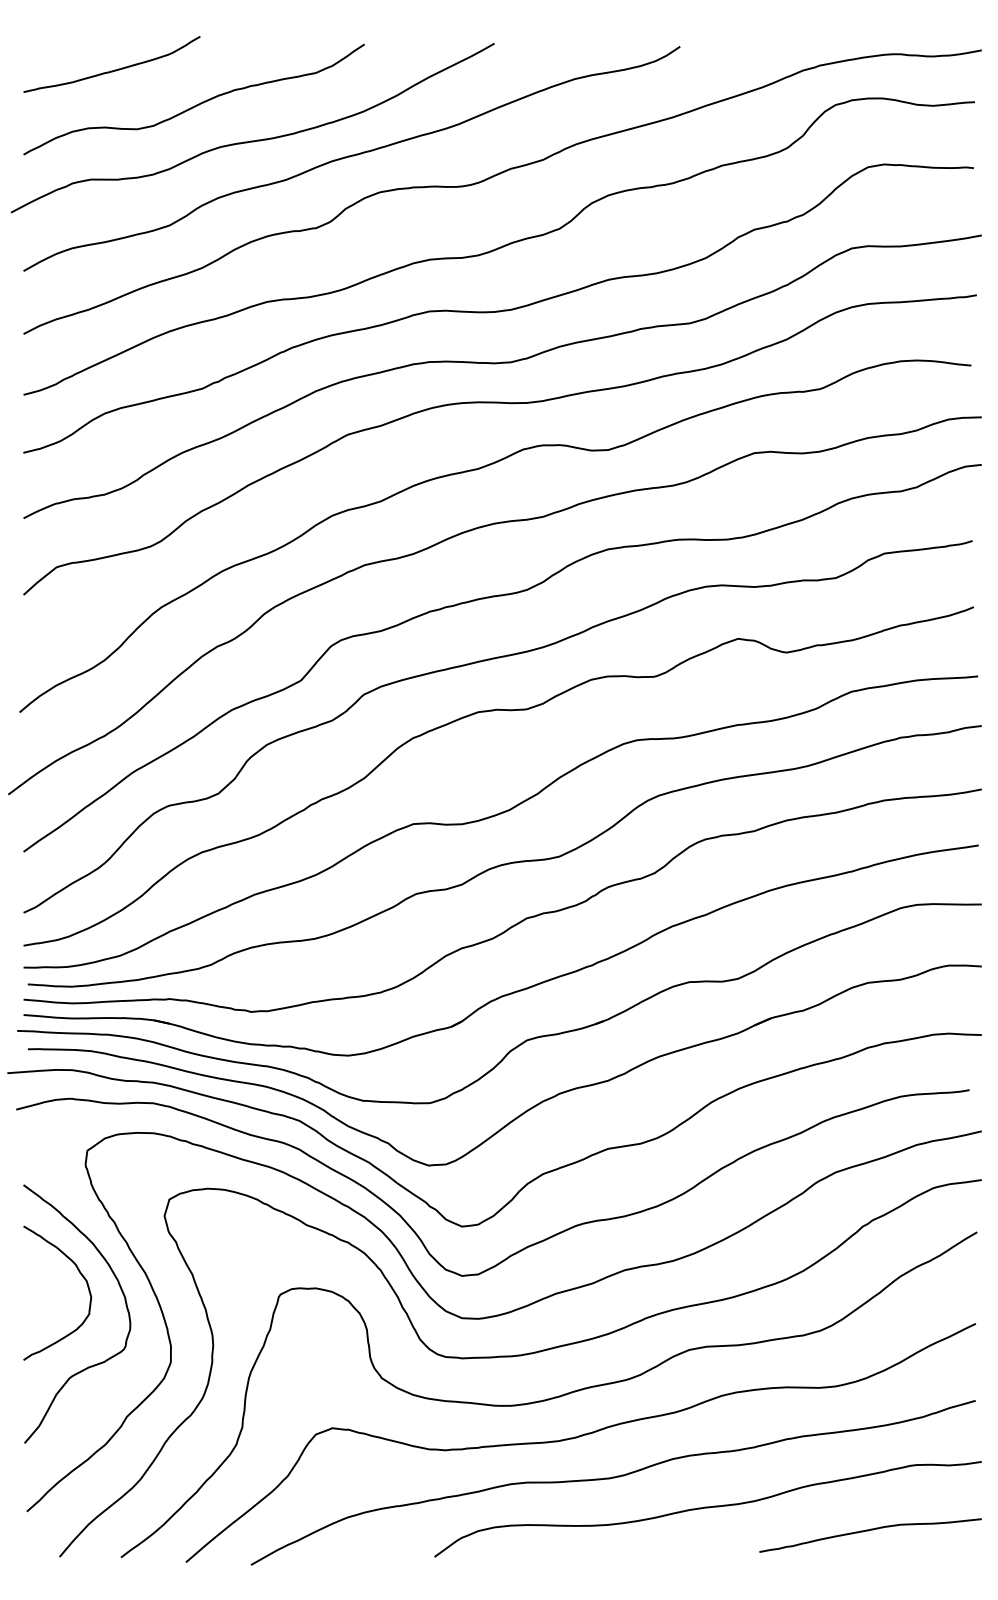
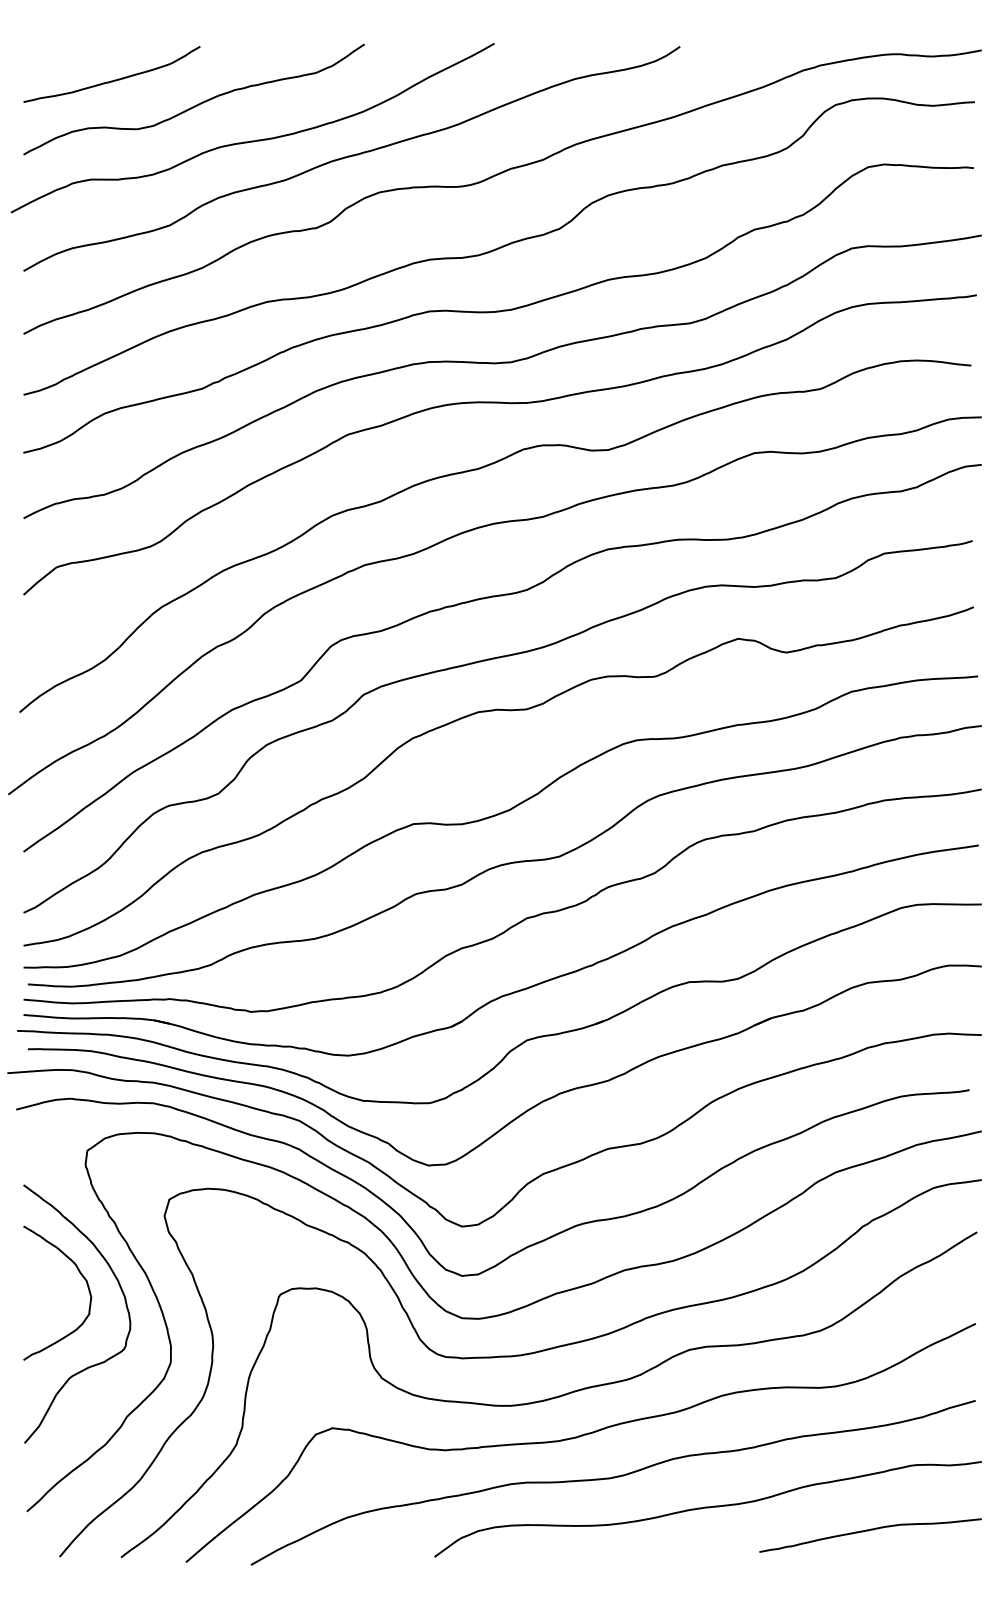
curve at (114, 69) position: (114, 69) -> (114, 79)
